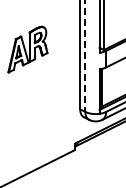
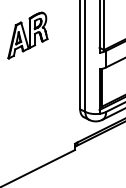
part at (27, 49) position: (27, 49) -> (27, 35)
line at (85, 56): dashed -> solid
